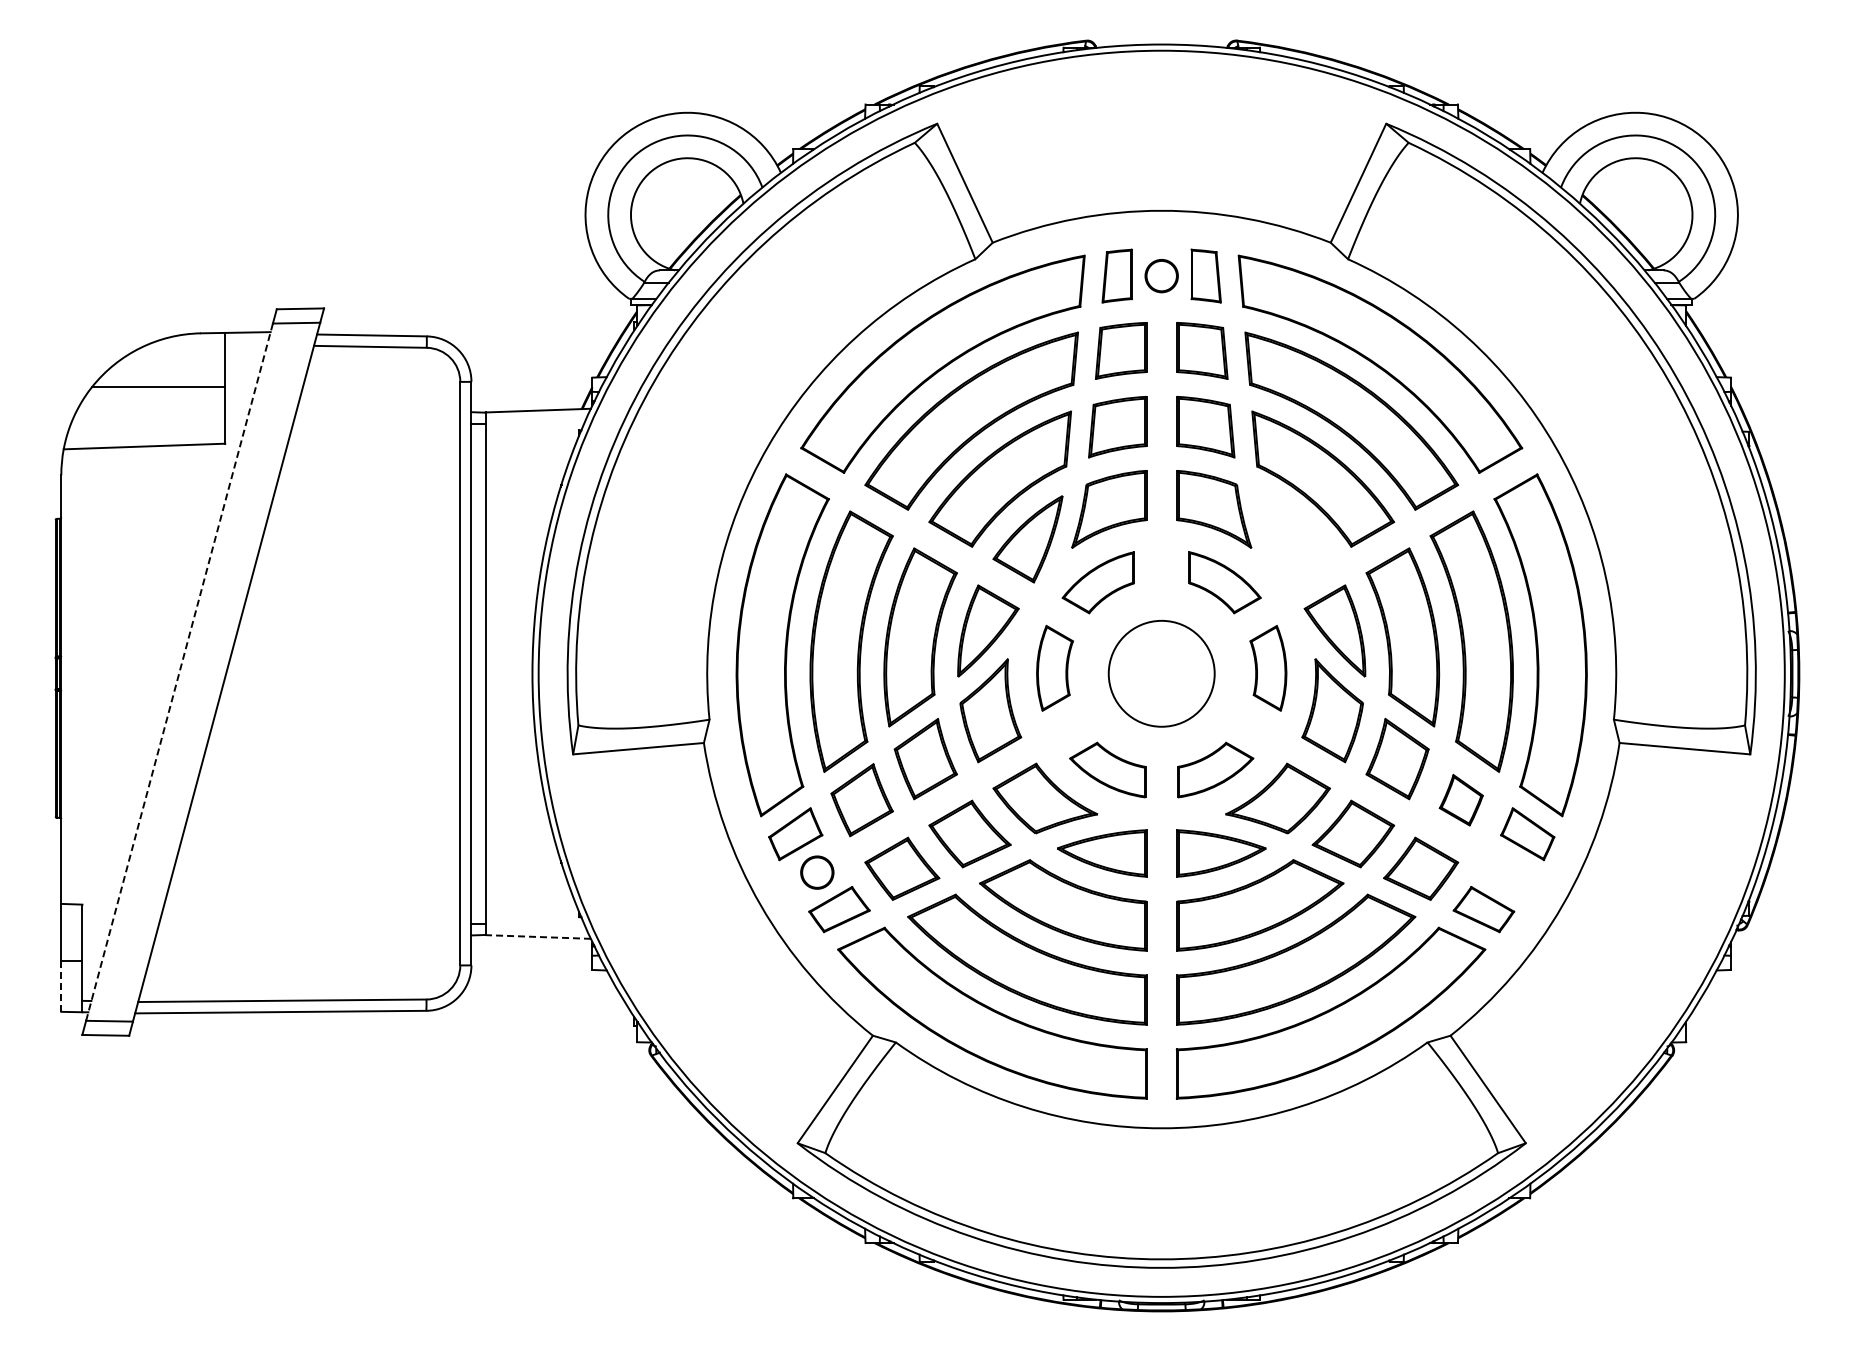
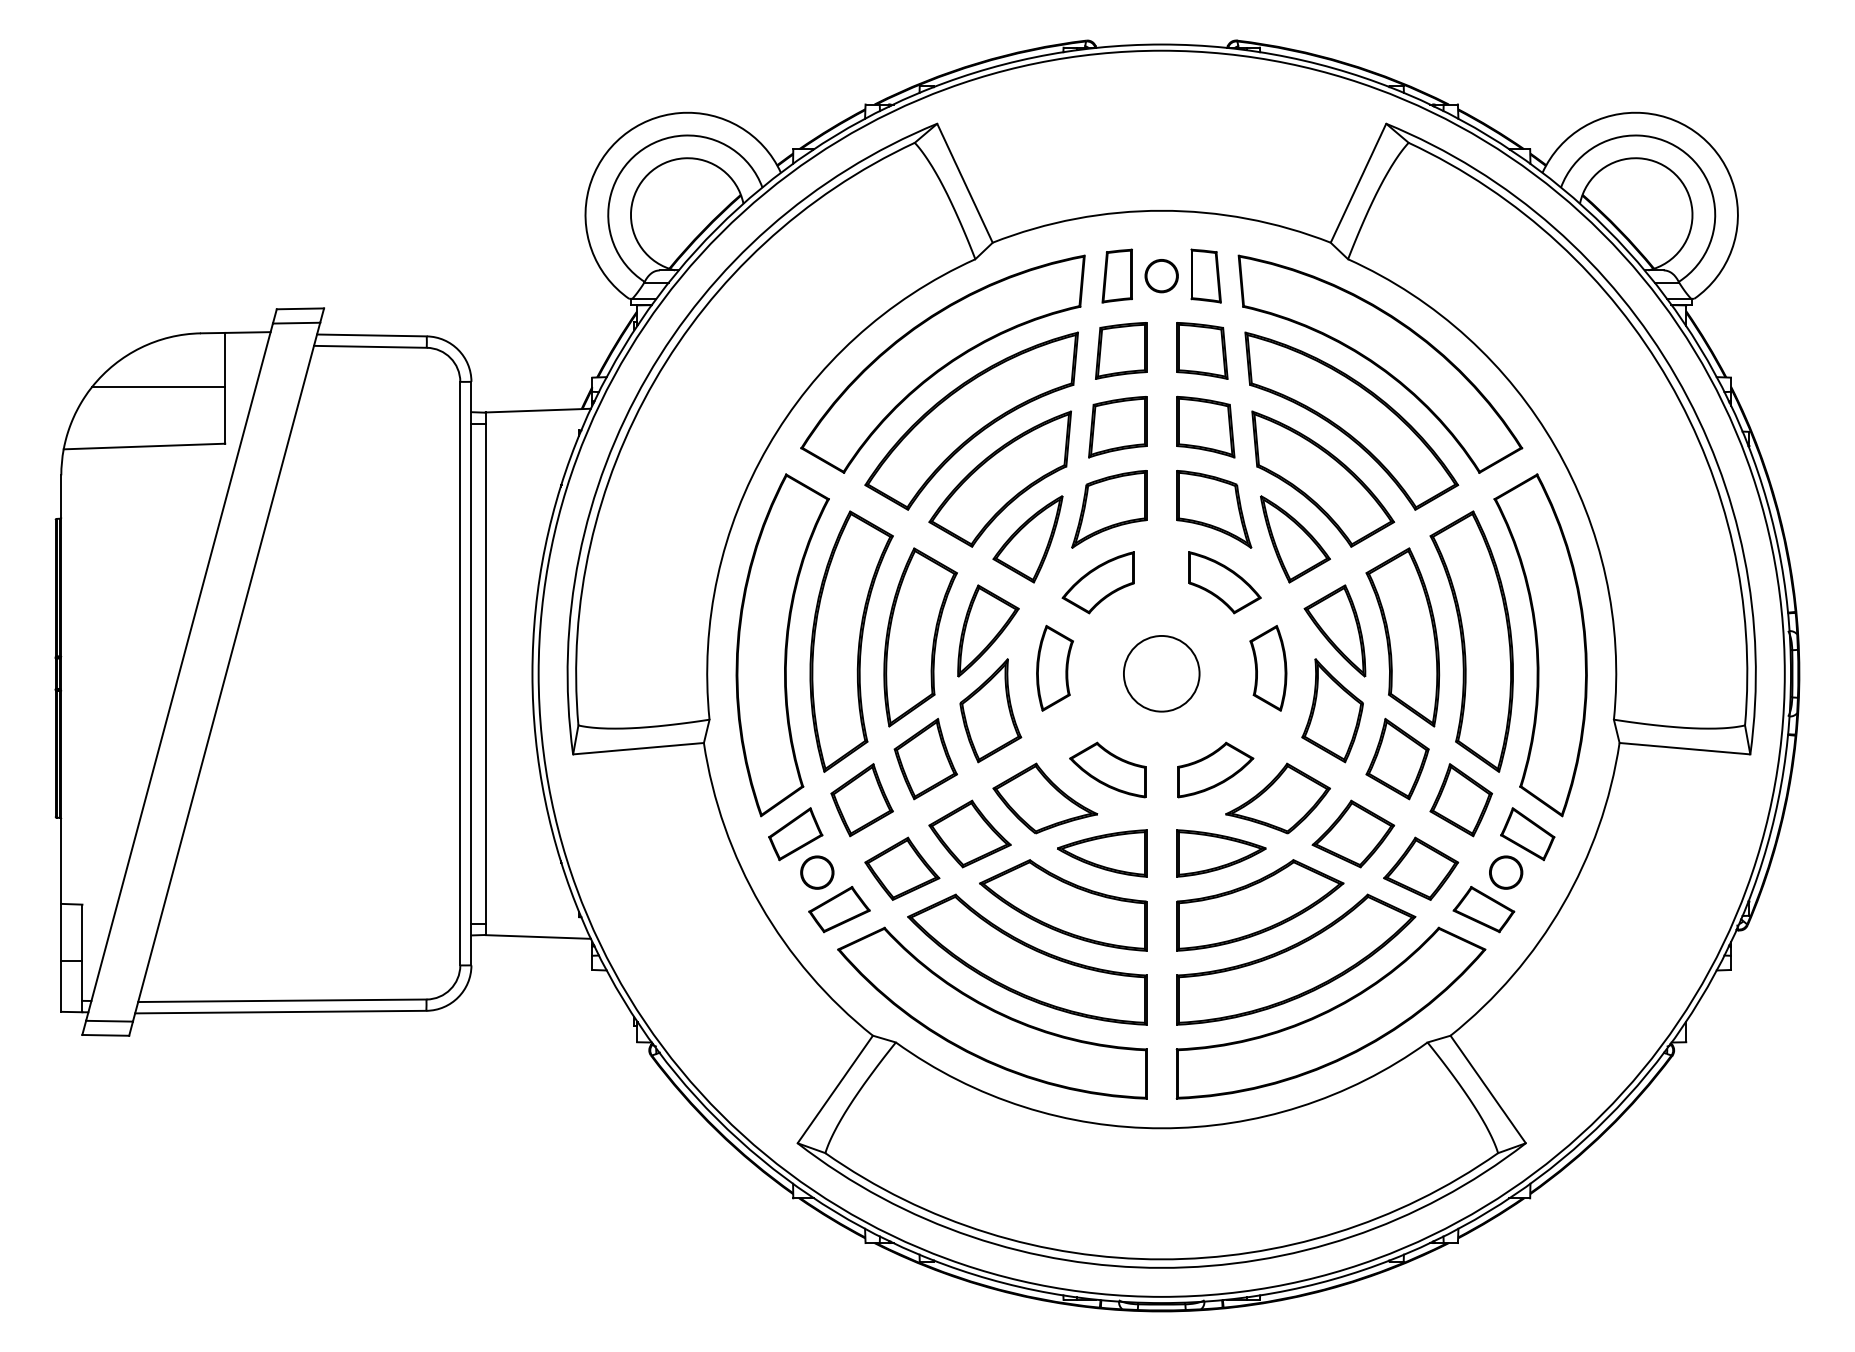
part at (1295, 539): none -> present
line at (179, 672): dashed -> solid
circle at (1161, 673) diameter: 106 px -> 76 px
part at (1460, 800) size: 46x53 px -> 65x75 px
circle at (1506, 872): none -> present
line at (538, 937): dashed -> solid
line at (61, 986): dashed -> solid
